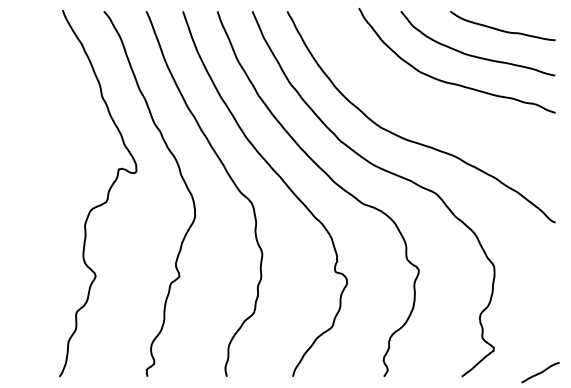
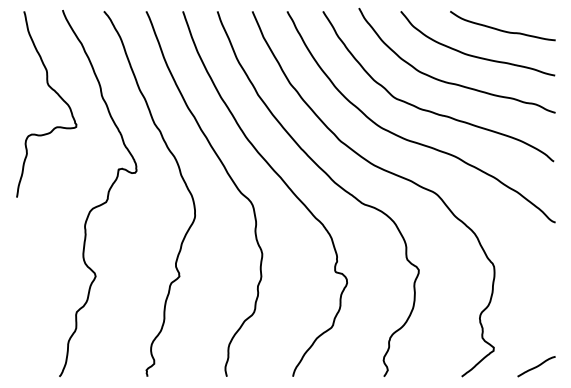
curve at (55, 93): none -> present
curve at (430, 110): none -> present
line at (540, 372) position: (540, 372) -> (536, 366)
